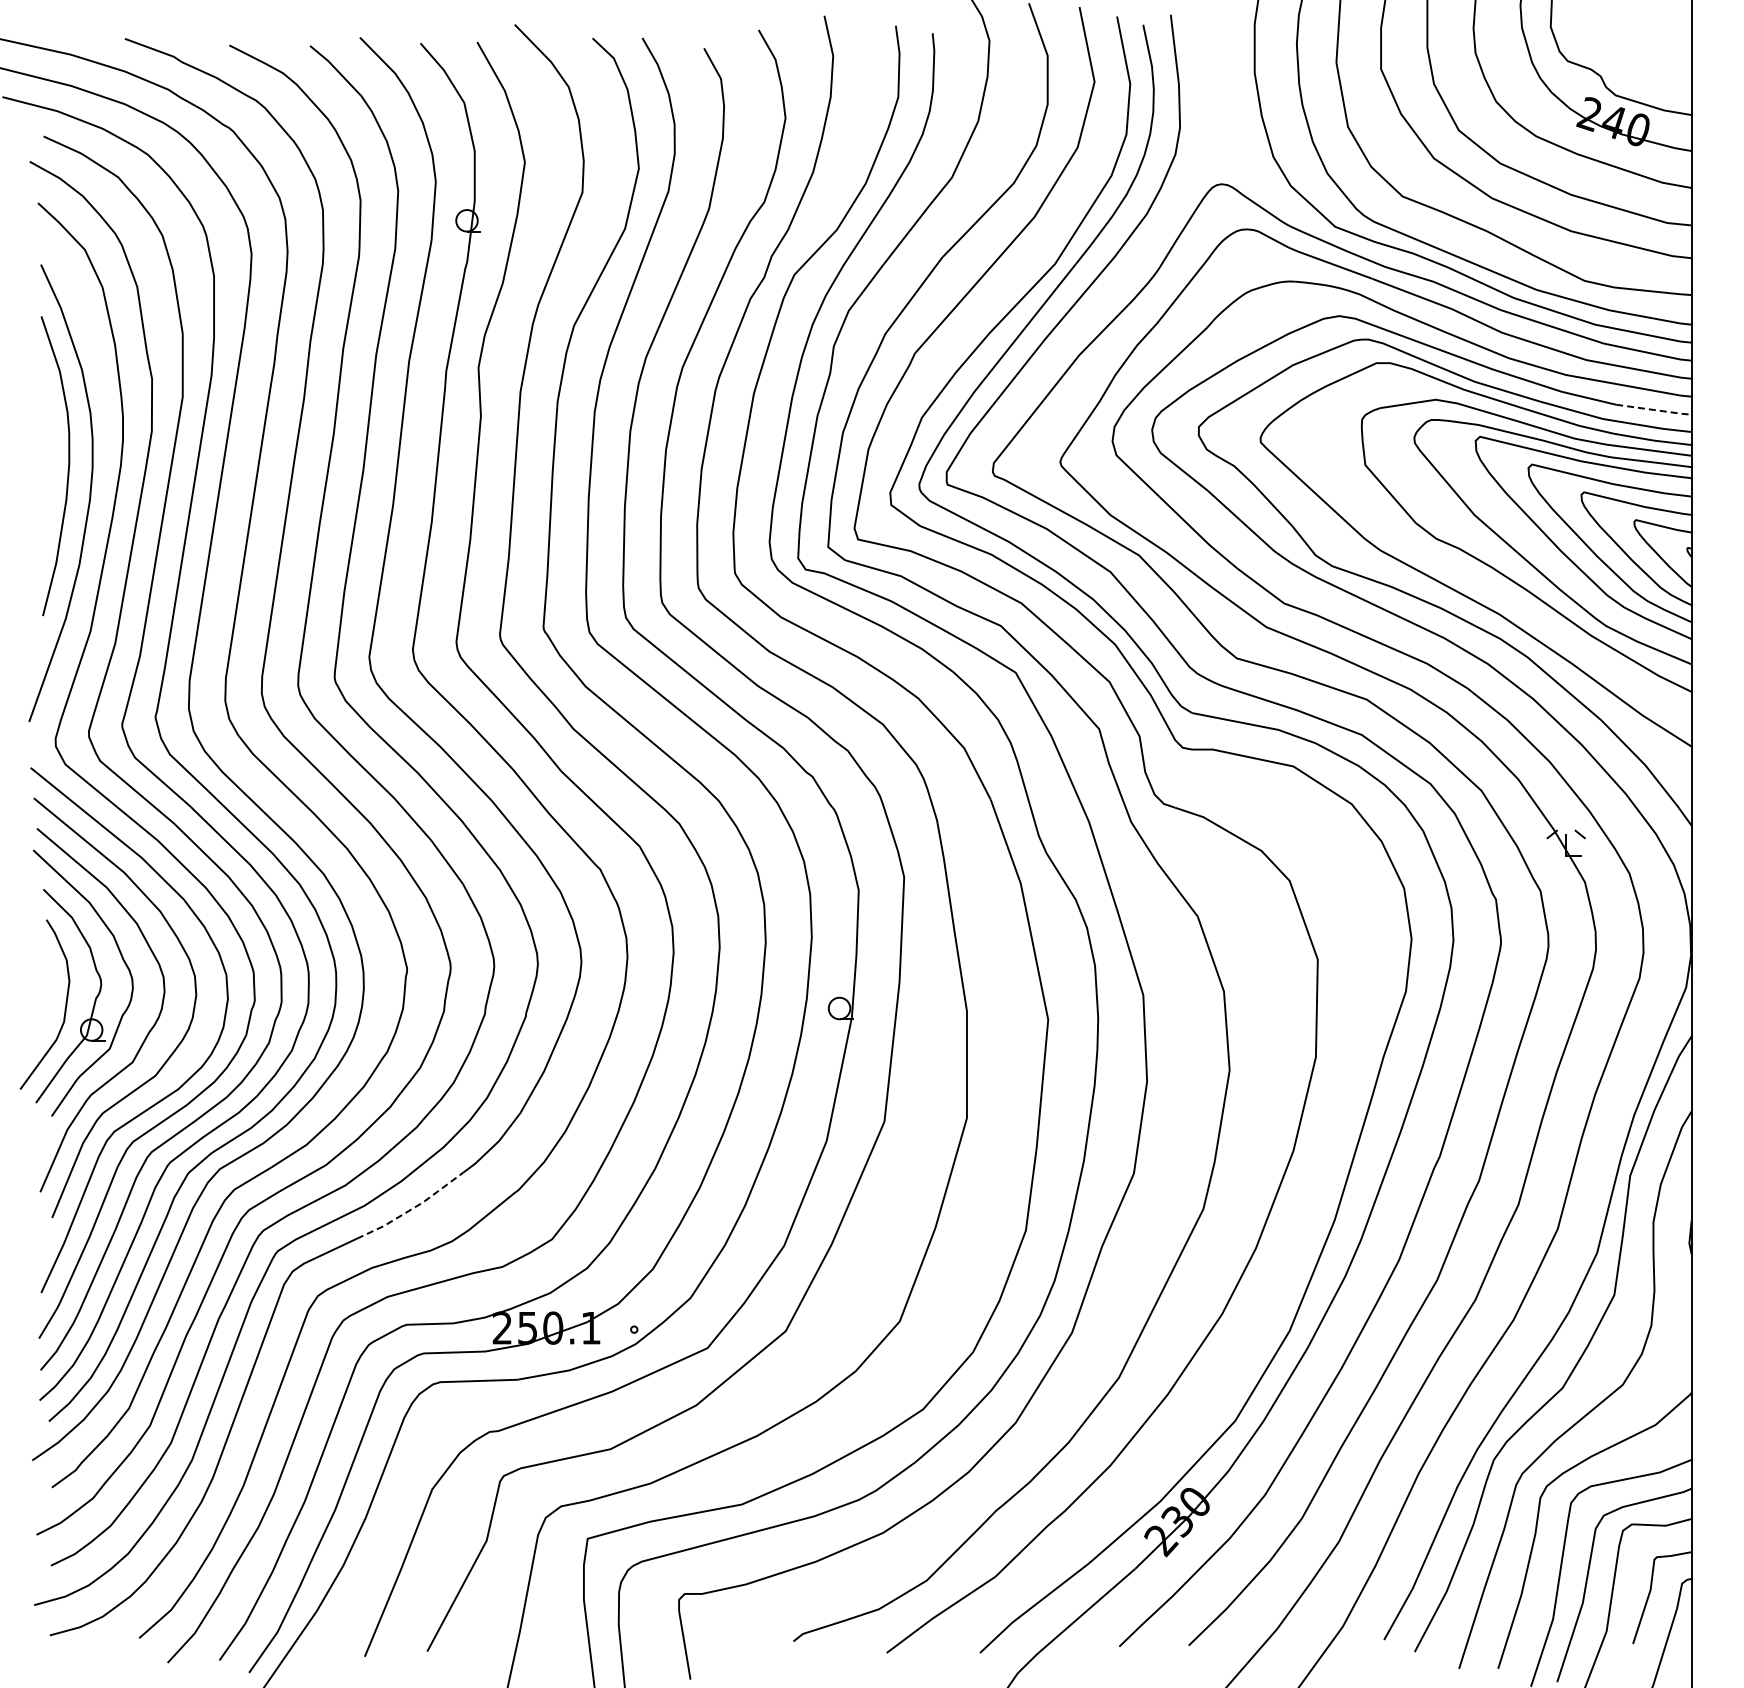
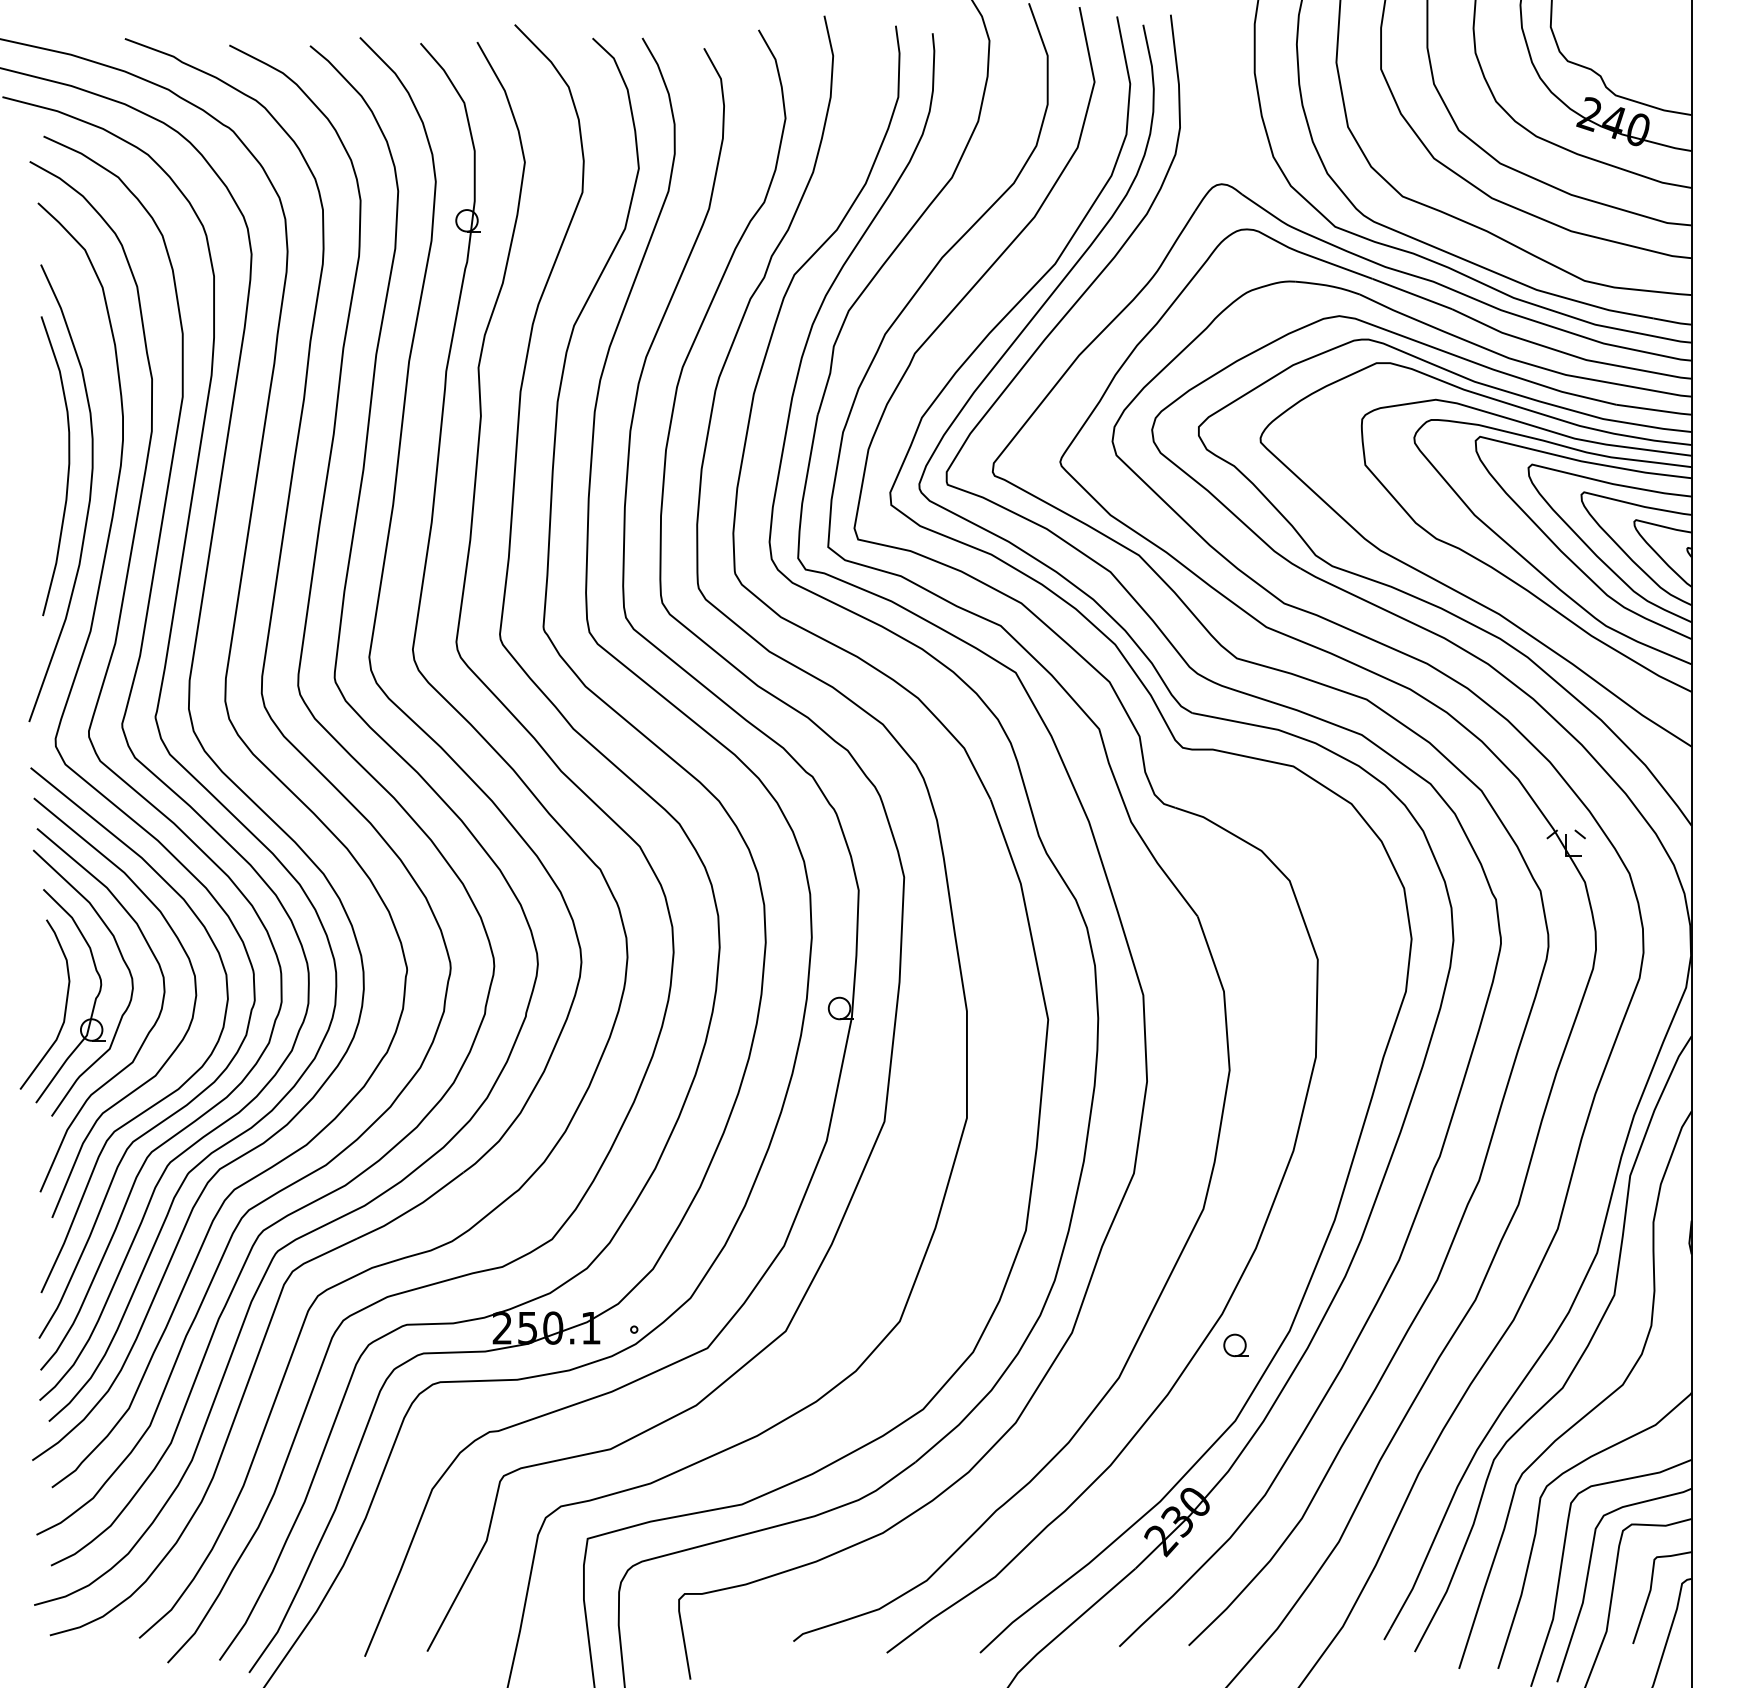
line at (1654, 410): dashed -> solid
line at (413, 1208): dashed -> solid
part at (1235, 1345): none -> present
